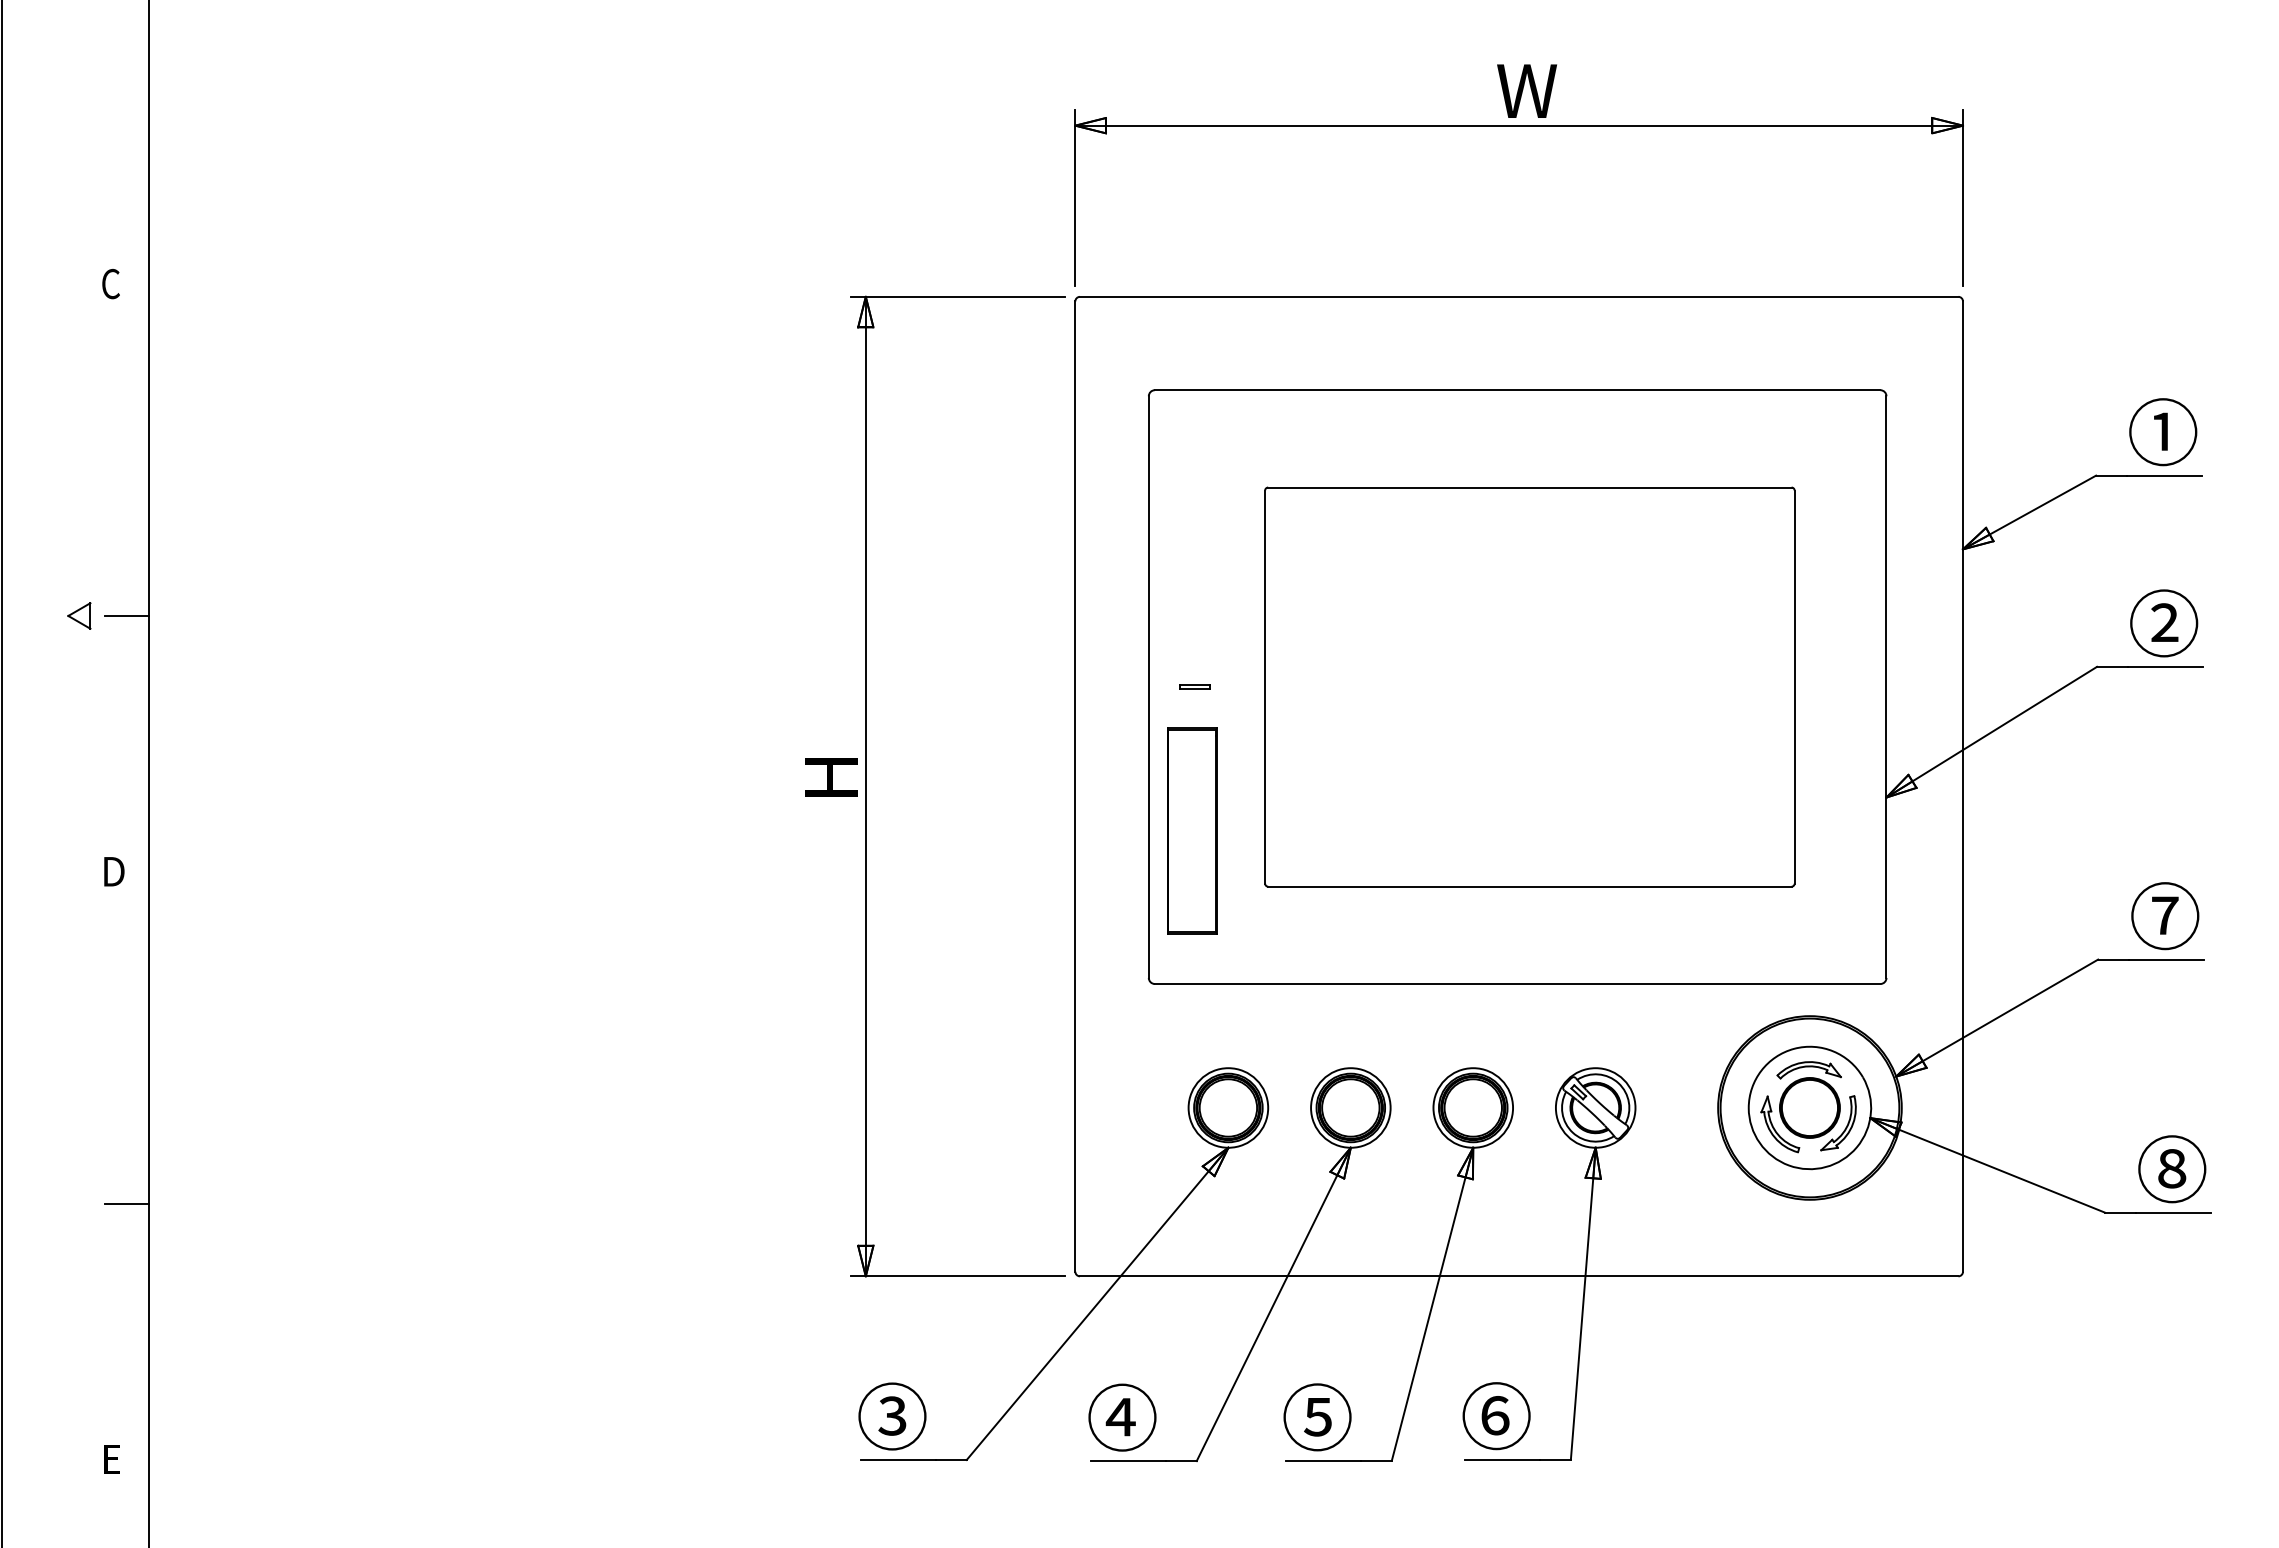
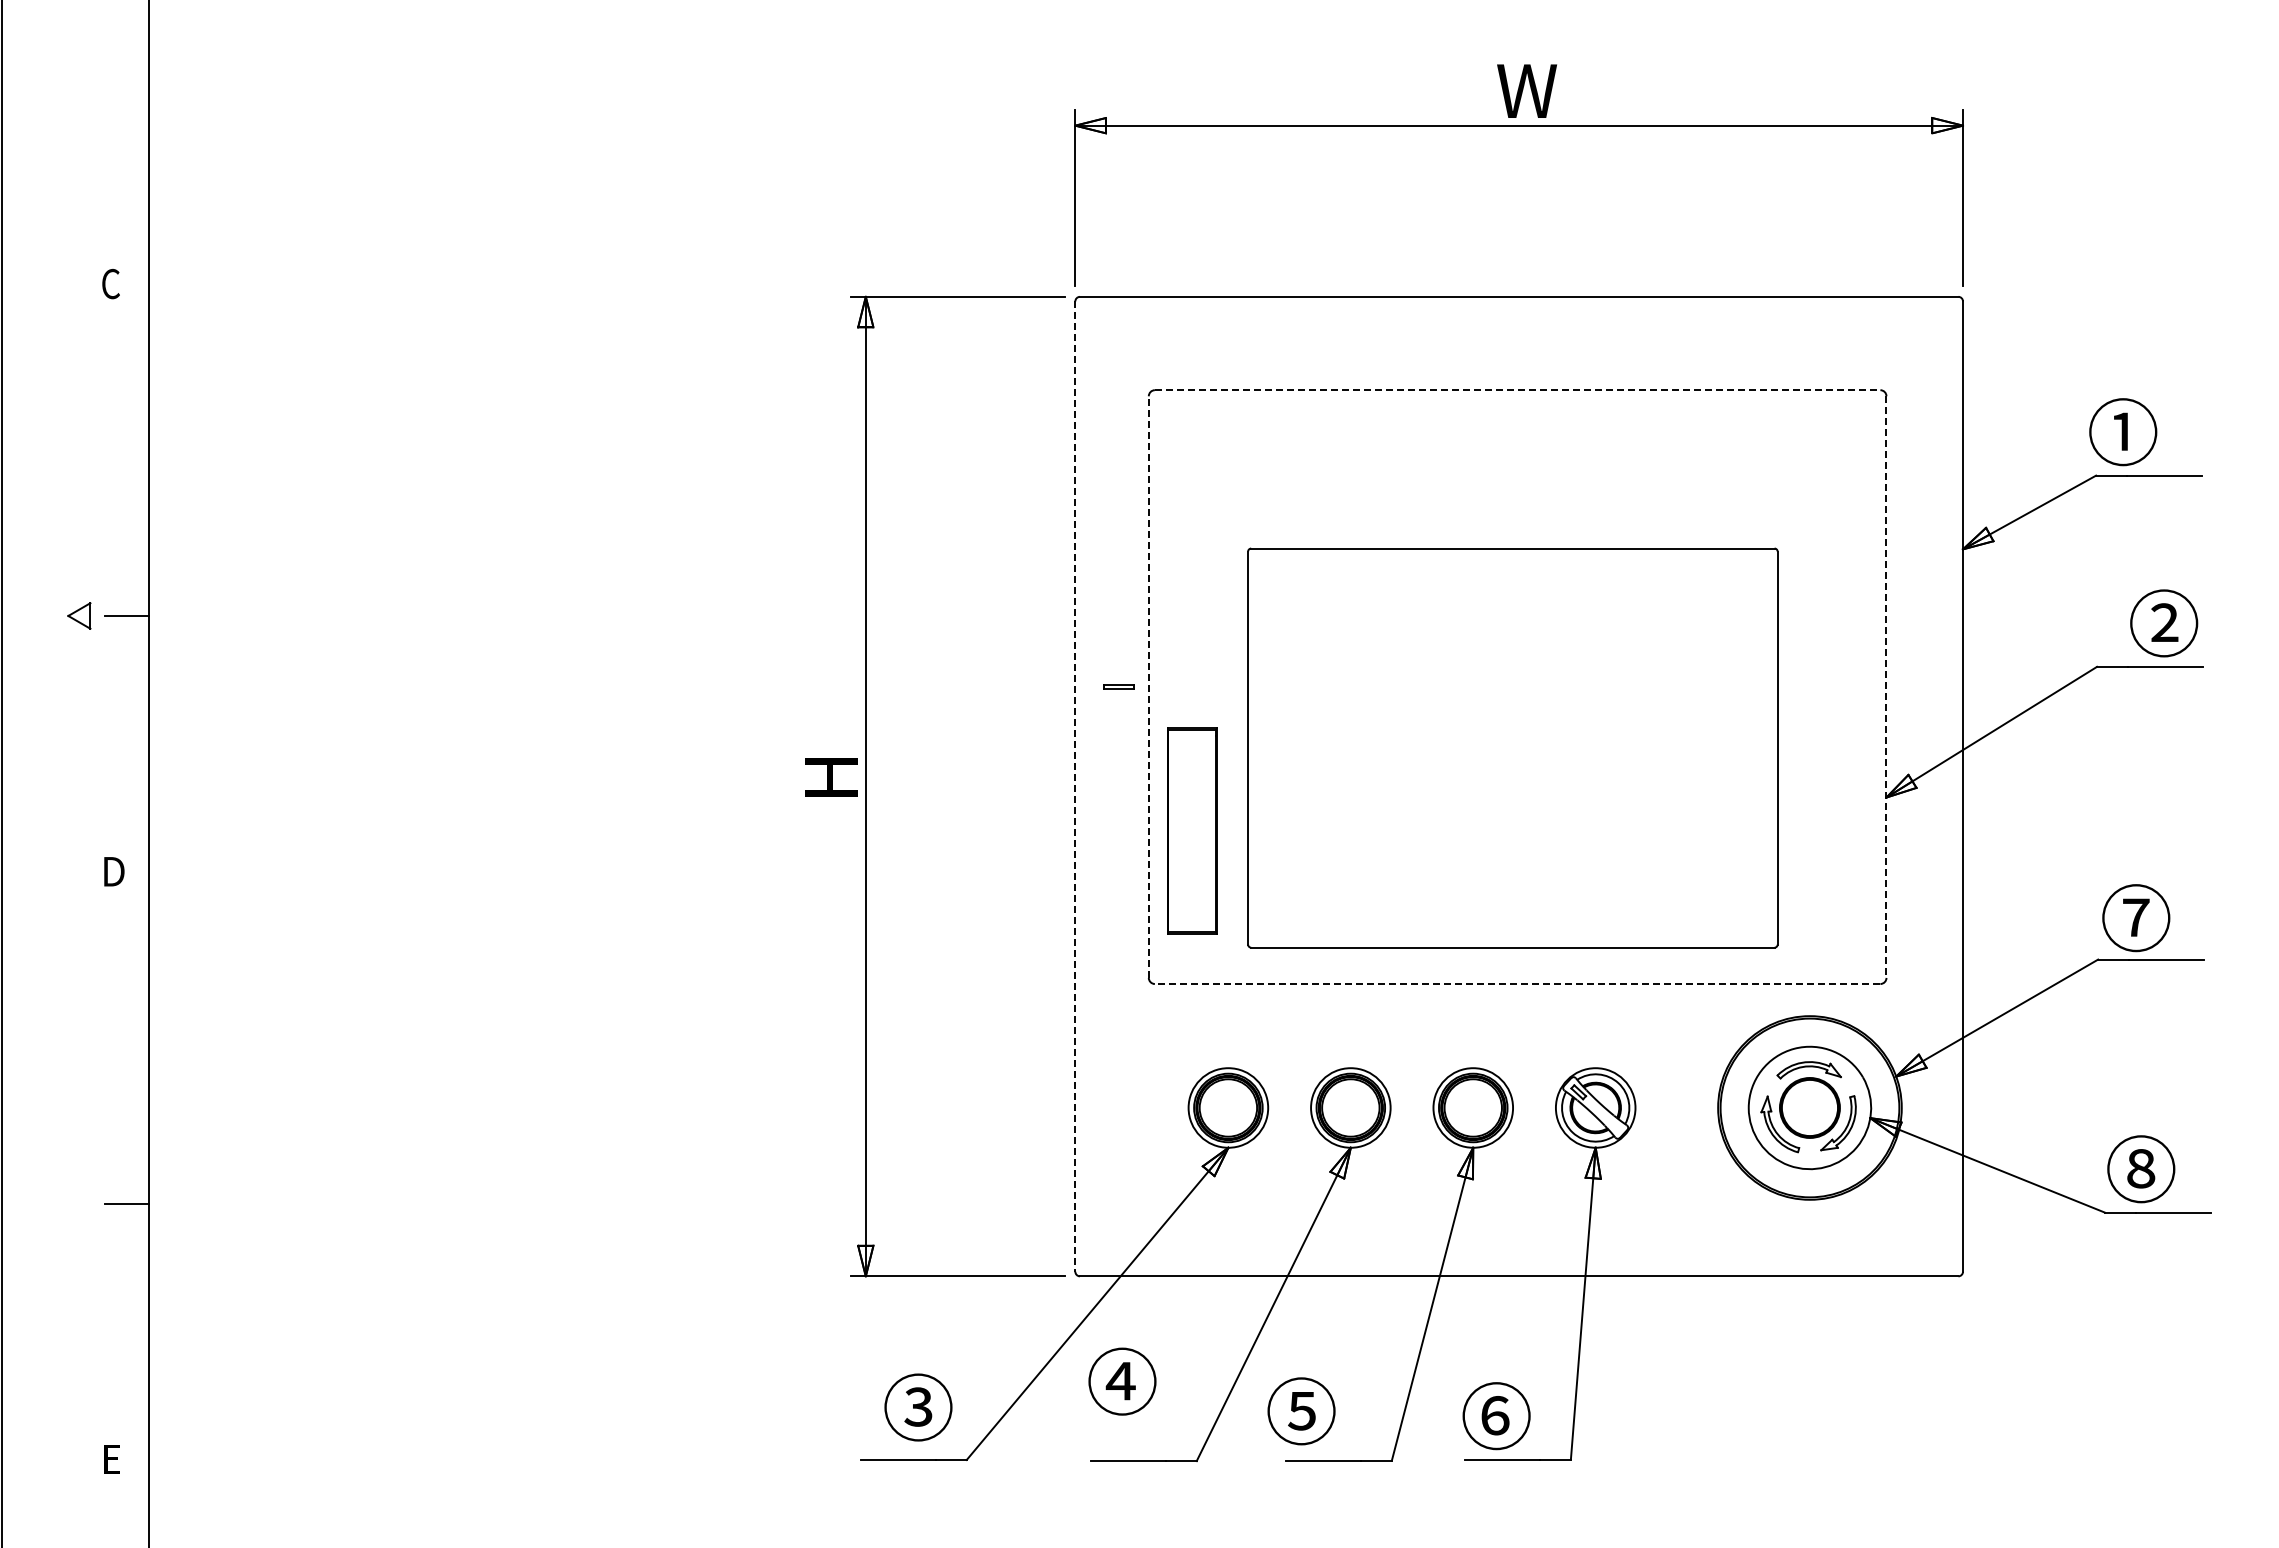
line at (1517, 390): solid -> dashed
text at (2163, 432) position: (2163, 432) -> (2123, 432)
part at (1194, 686) position: (1194, 686) -> (1118, 686)
part at (1529, 686) position: (1529, 686) -> (1512, 747)
line at (1148, 687): solid -> dashed
line at (1886, 687): solid -> dashed
line at (1075, 787): solid -> dashed
text at (2165, 916) position: (2165, 916) -> (2136, 918)
line at (1517, 984): solid -> dashed
text at (2172, 1169) position: (2172, 1169) -> (2141, 1169)
text at (892, 1416) position: (892, 1416) -> (918, 1407)
text at (1122, 1417) position: (1122, 1417) -> (1122, 1381)
text at (1317, 1417) position: (1317, 1417) -> (1301, 1411)
